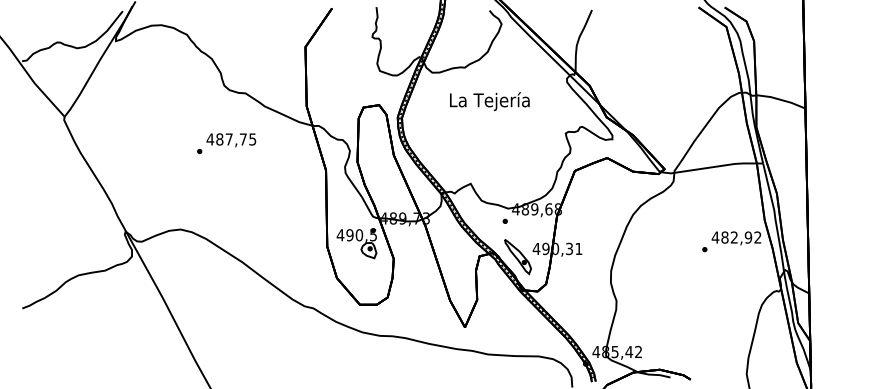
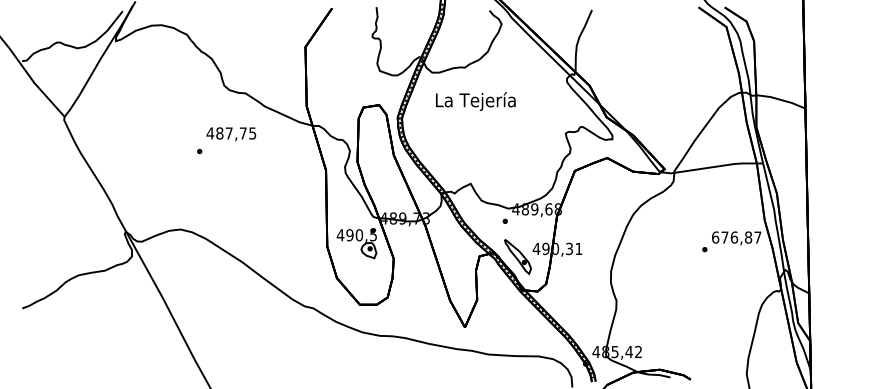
text at (489, 101) position: (489, 101) -> (475, 101)
text at (231, 140) position: (231, 140) -> (231, 134)
text at (736, 237): 482,92 -> 676,87
